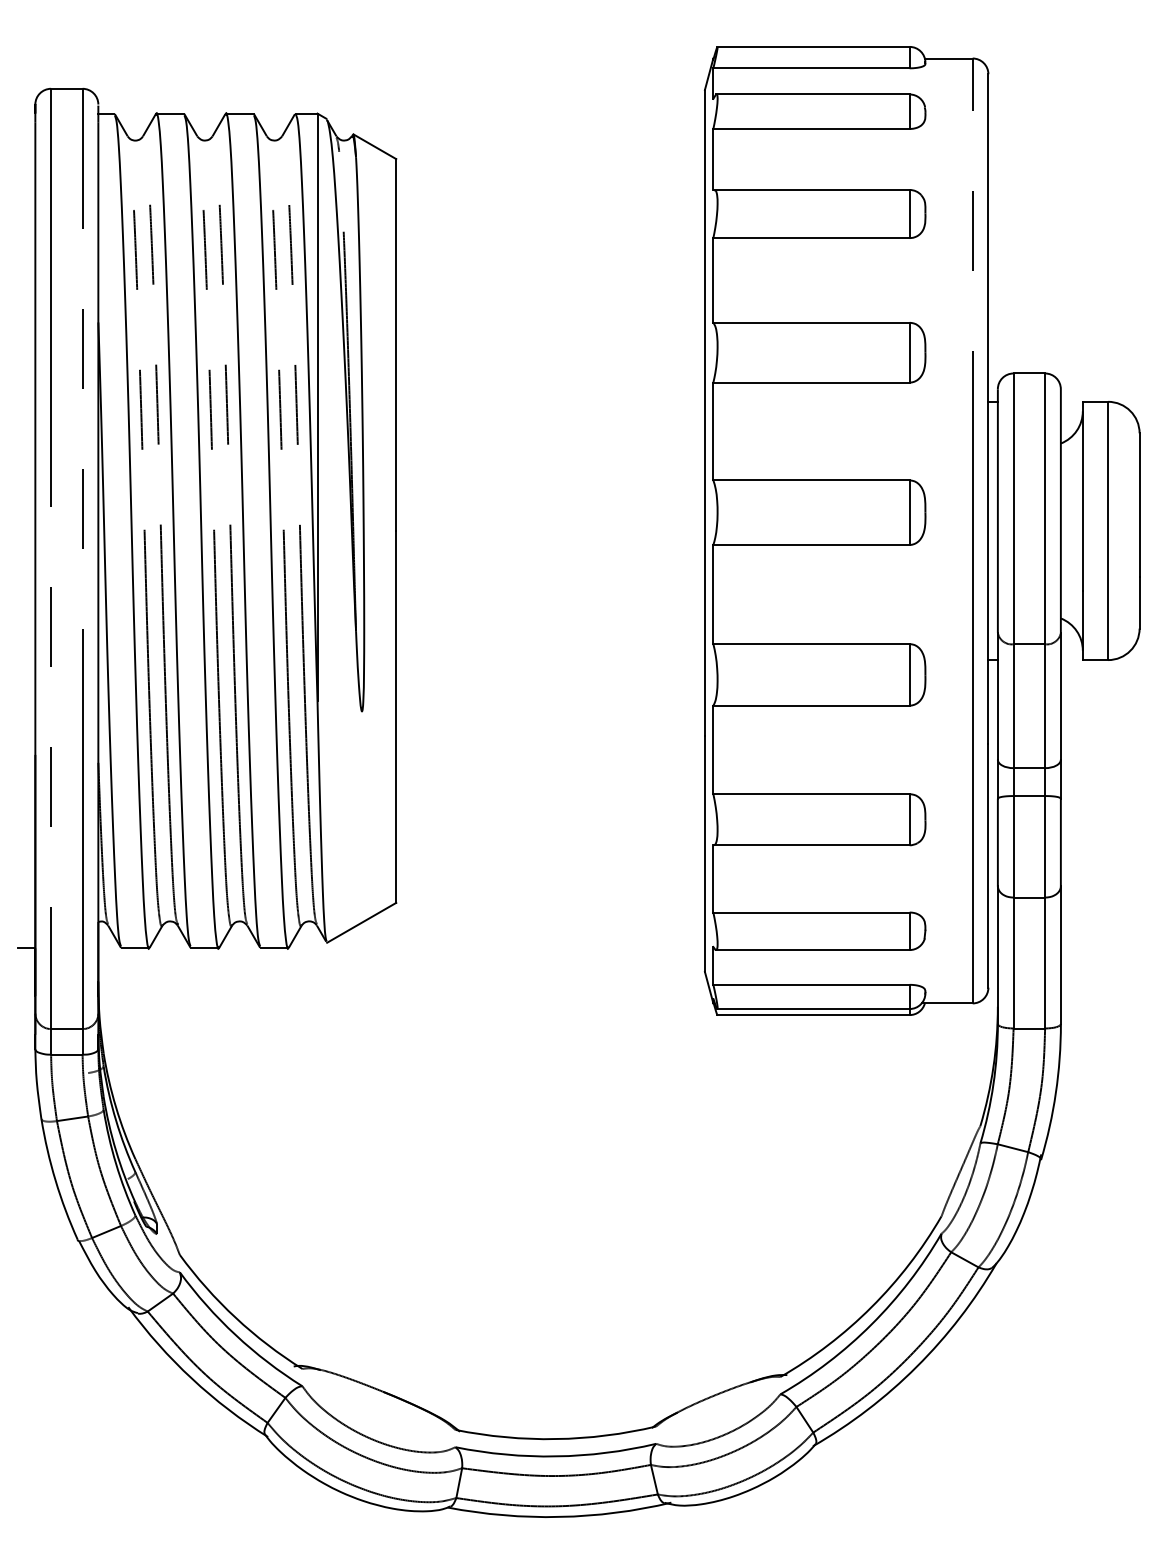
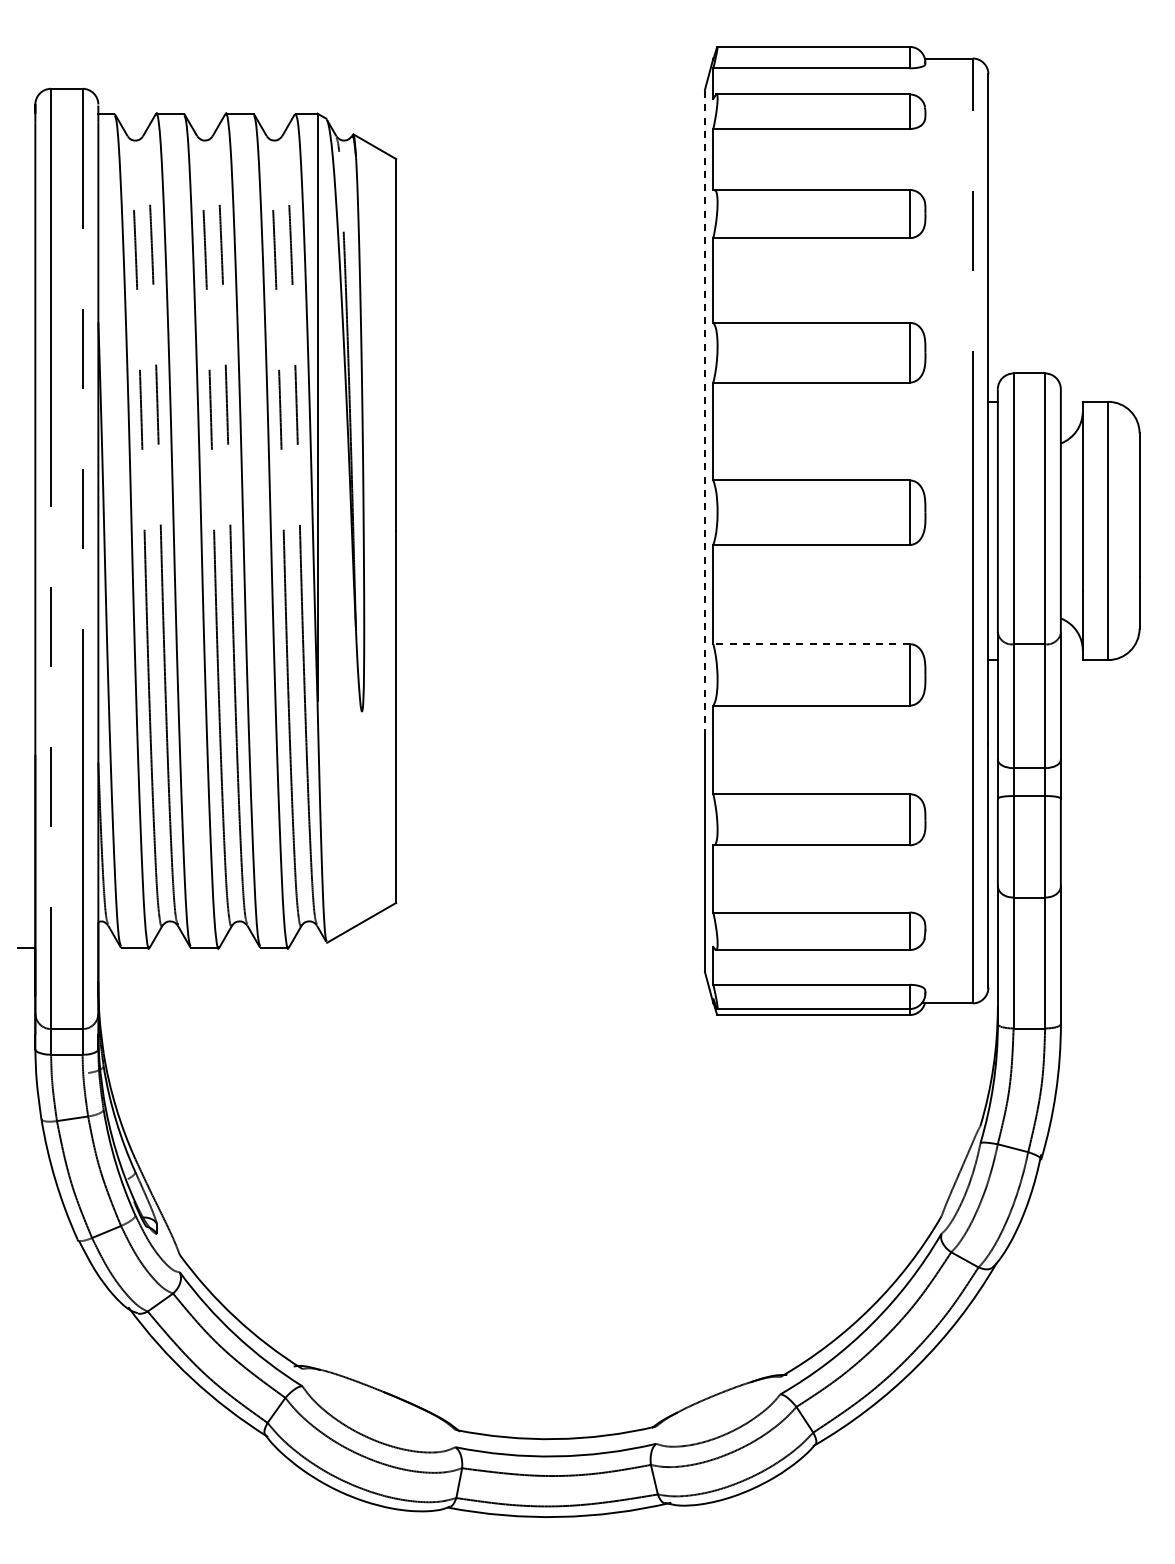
line at (704, 412): solid -> dashed
line at (811, 644): solid -> dashed
